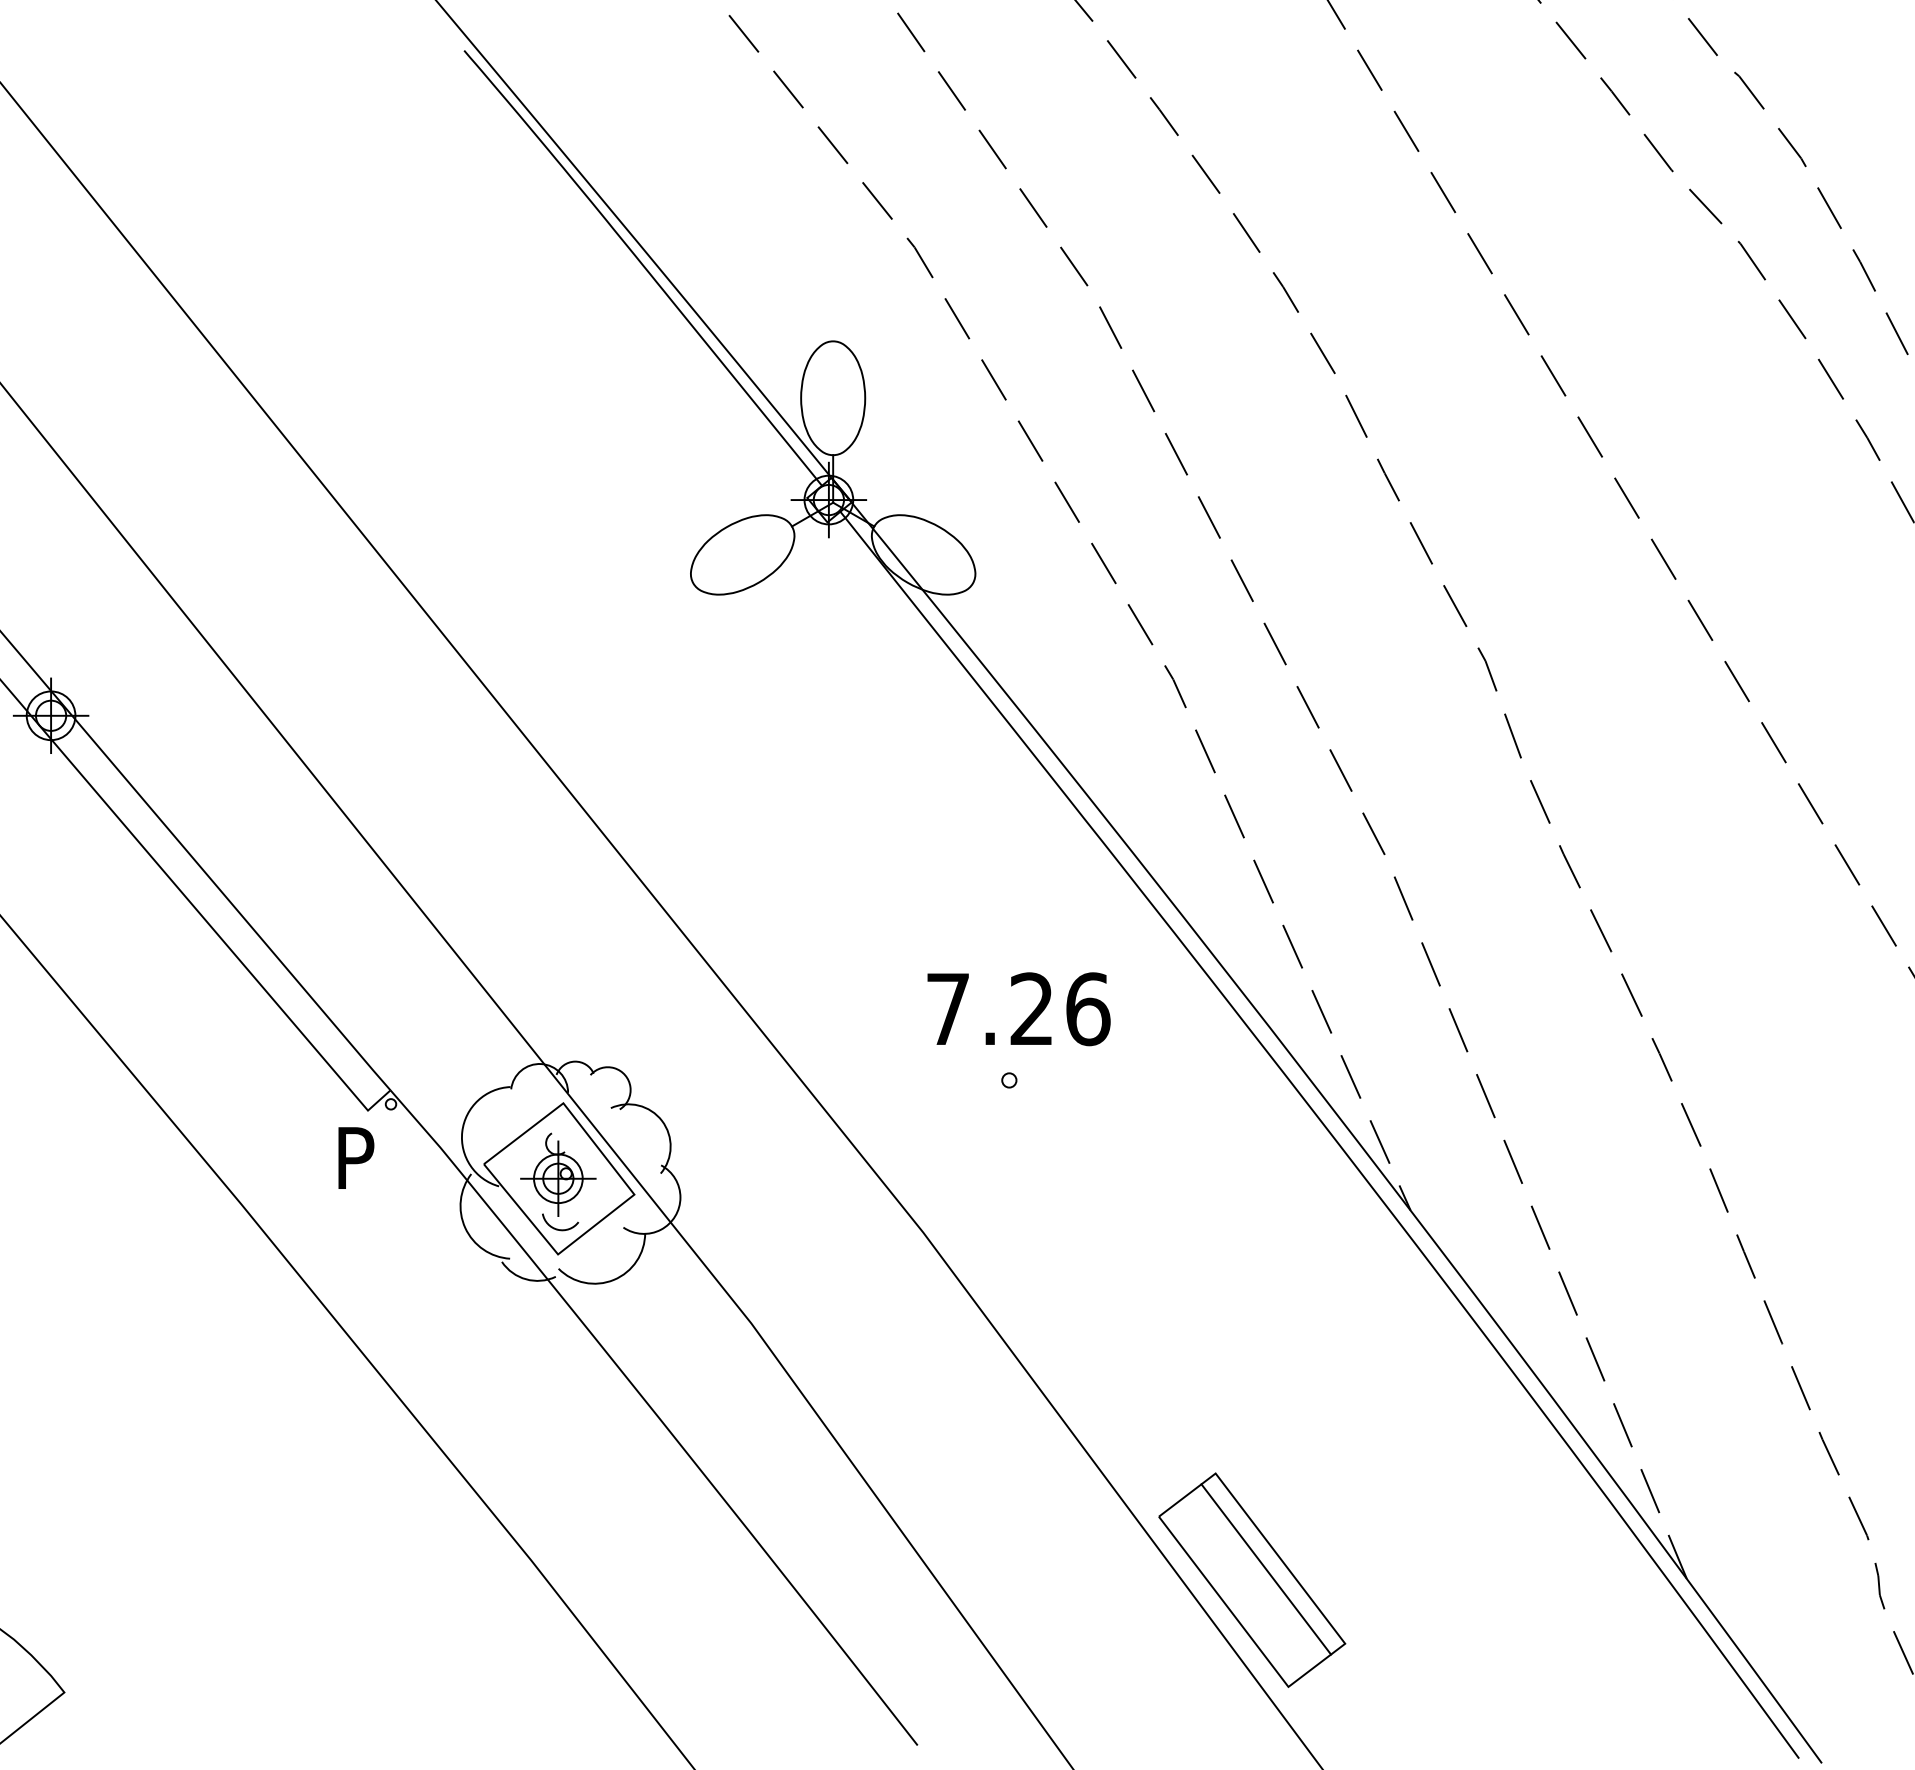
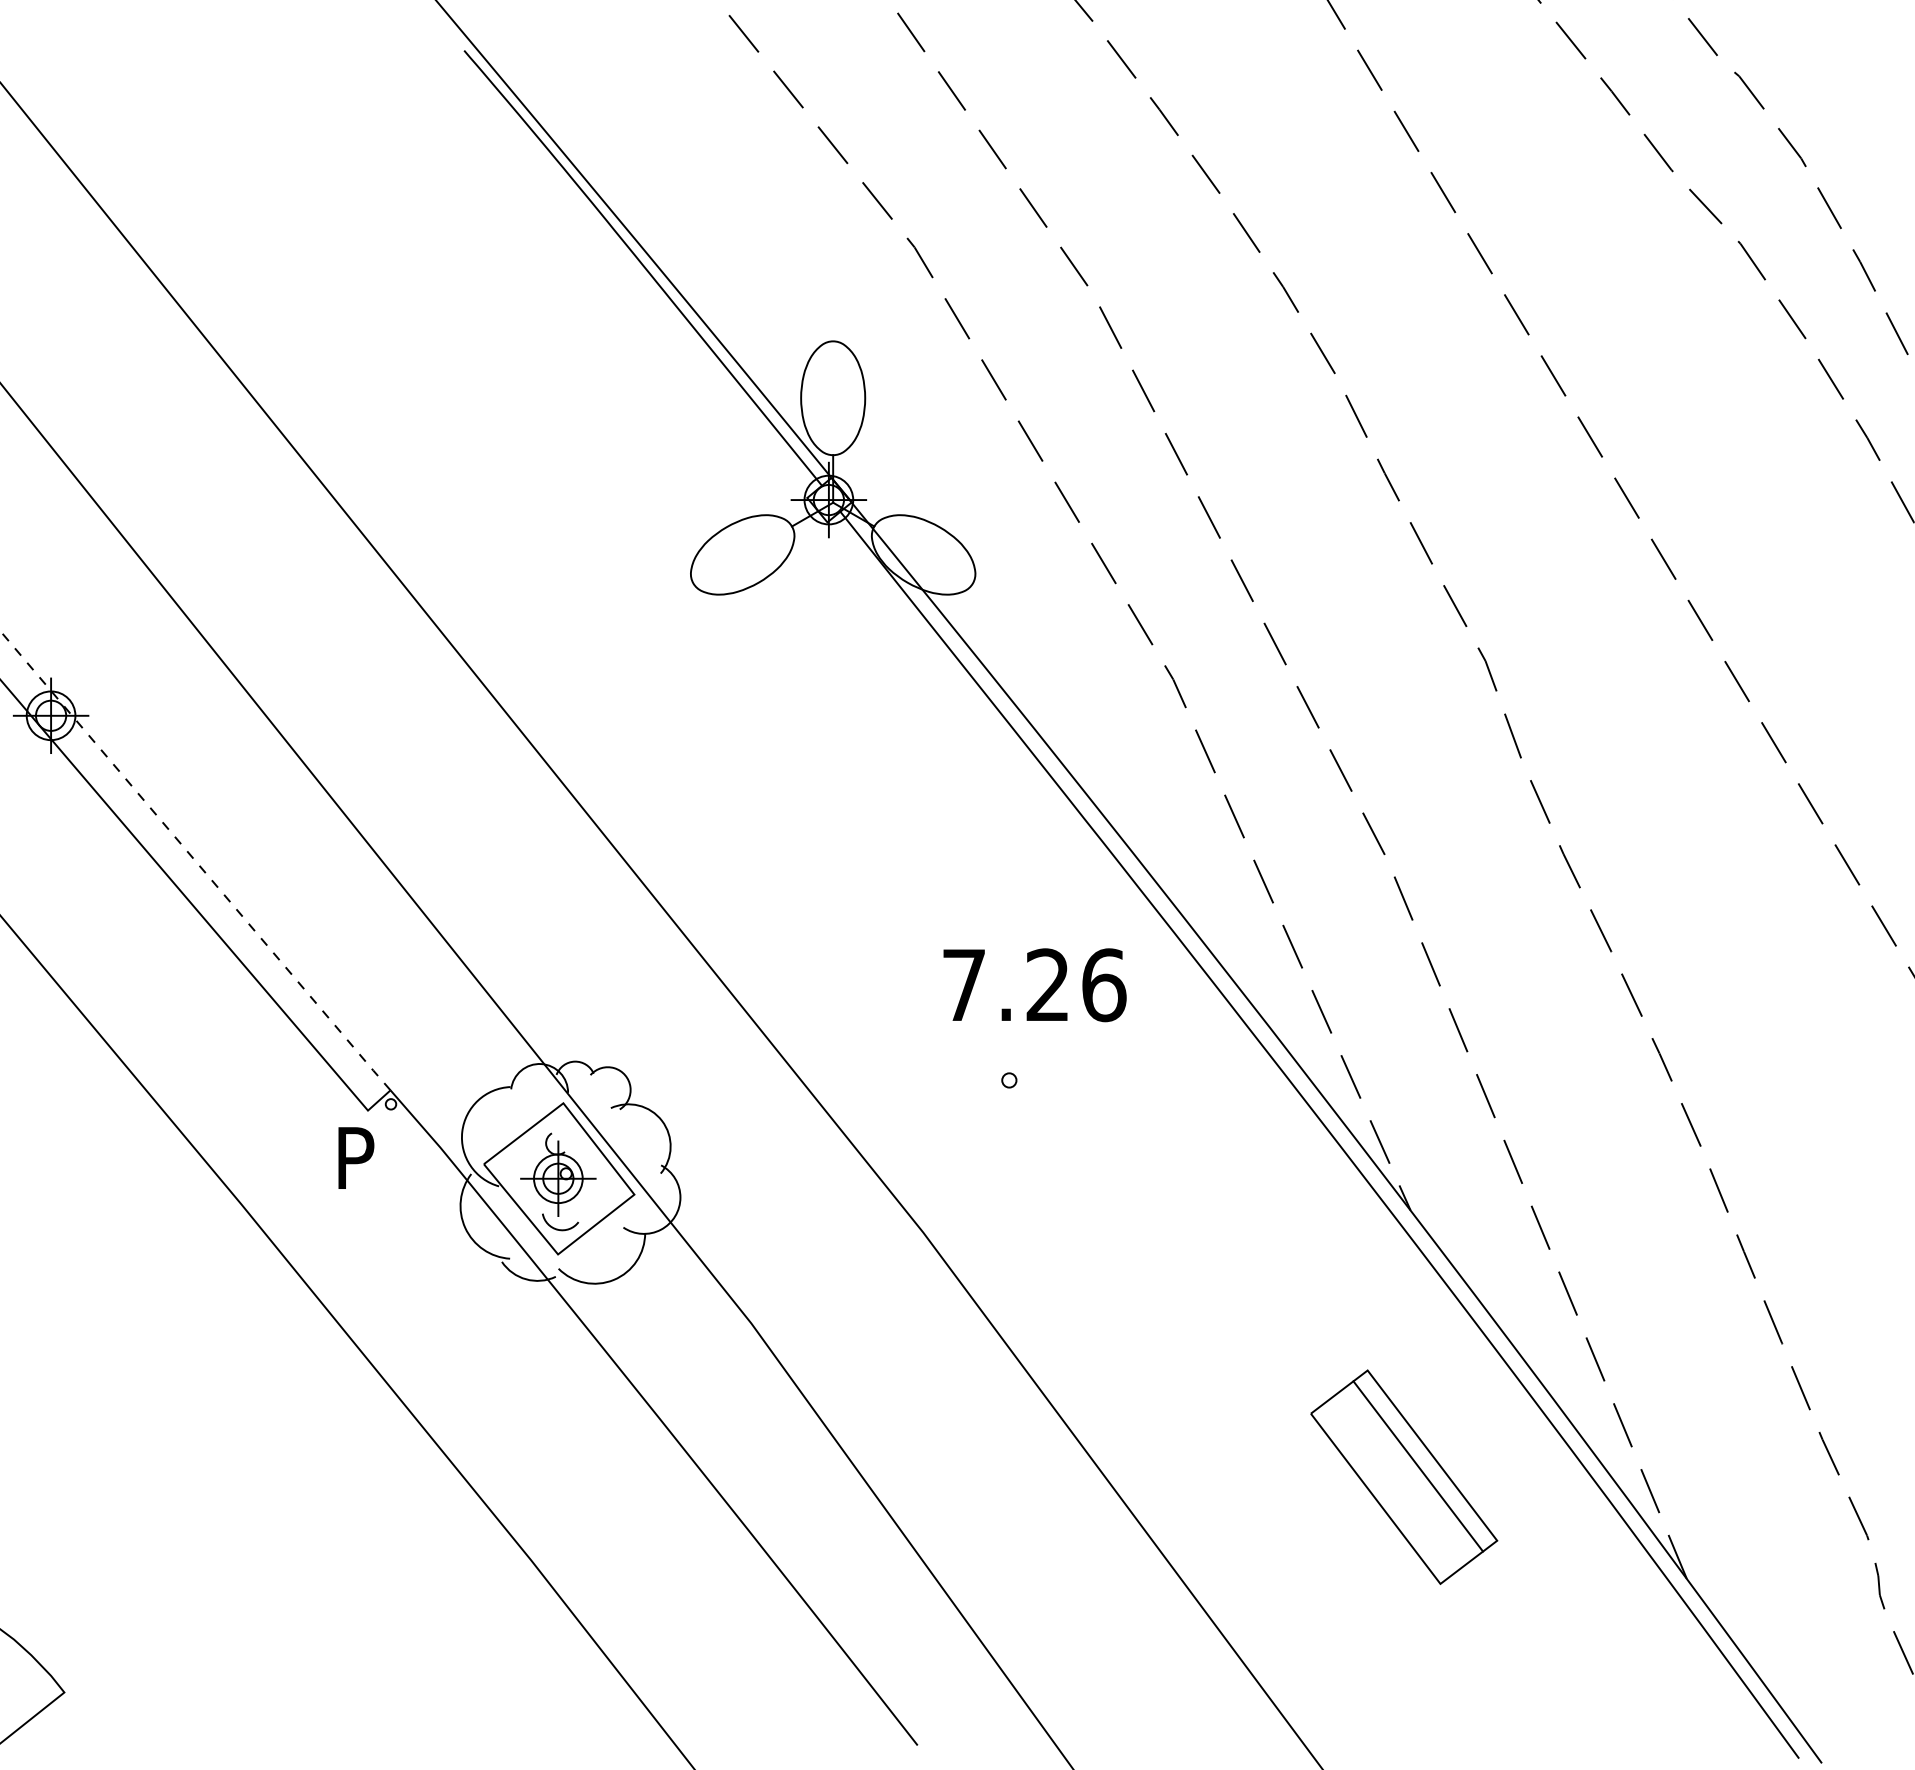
line at (195, 861): solid -> dashed
text at (1018, 1009) position: (1018, 1009) -> (1034, 985)
part at (1252, 1579) position: (1252, 1579) -> (1404, 1476)
